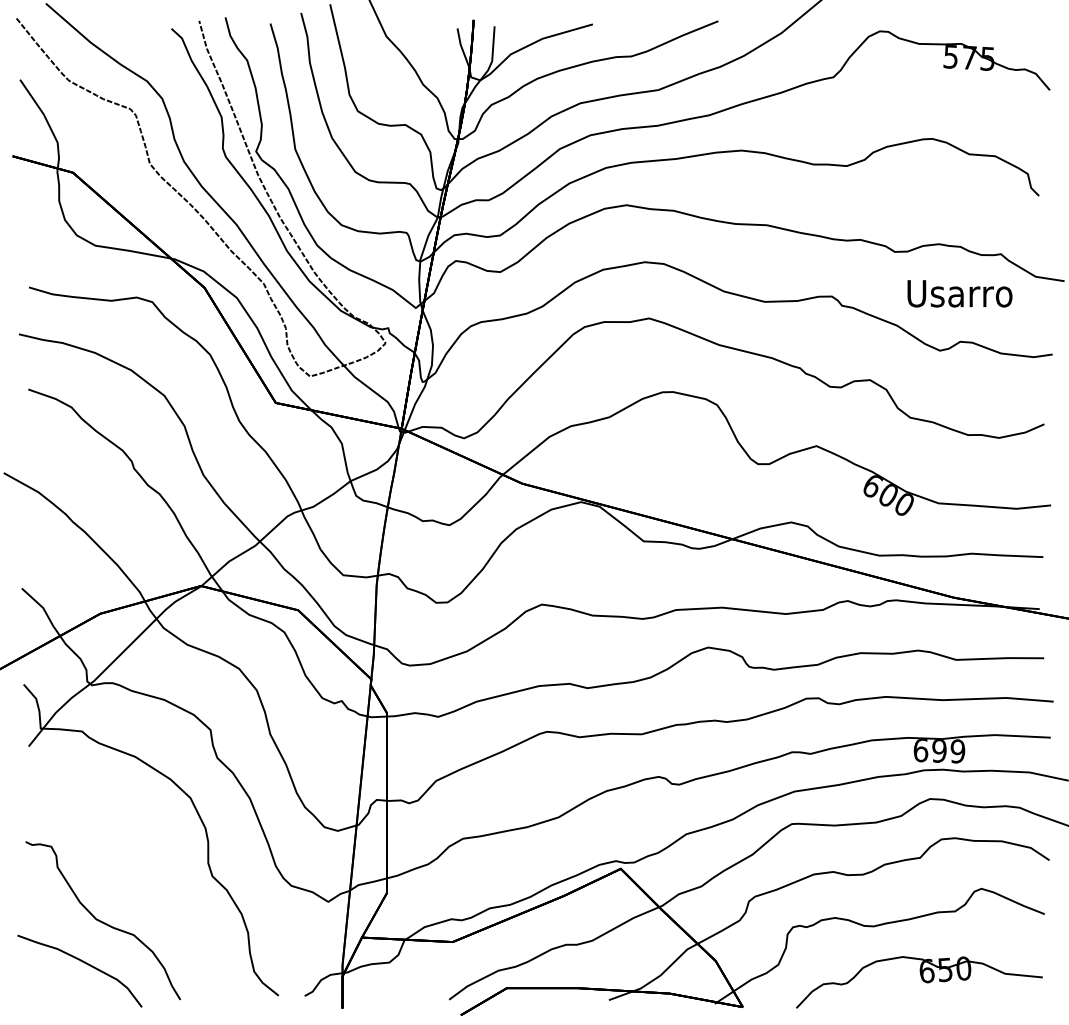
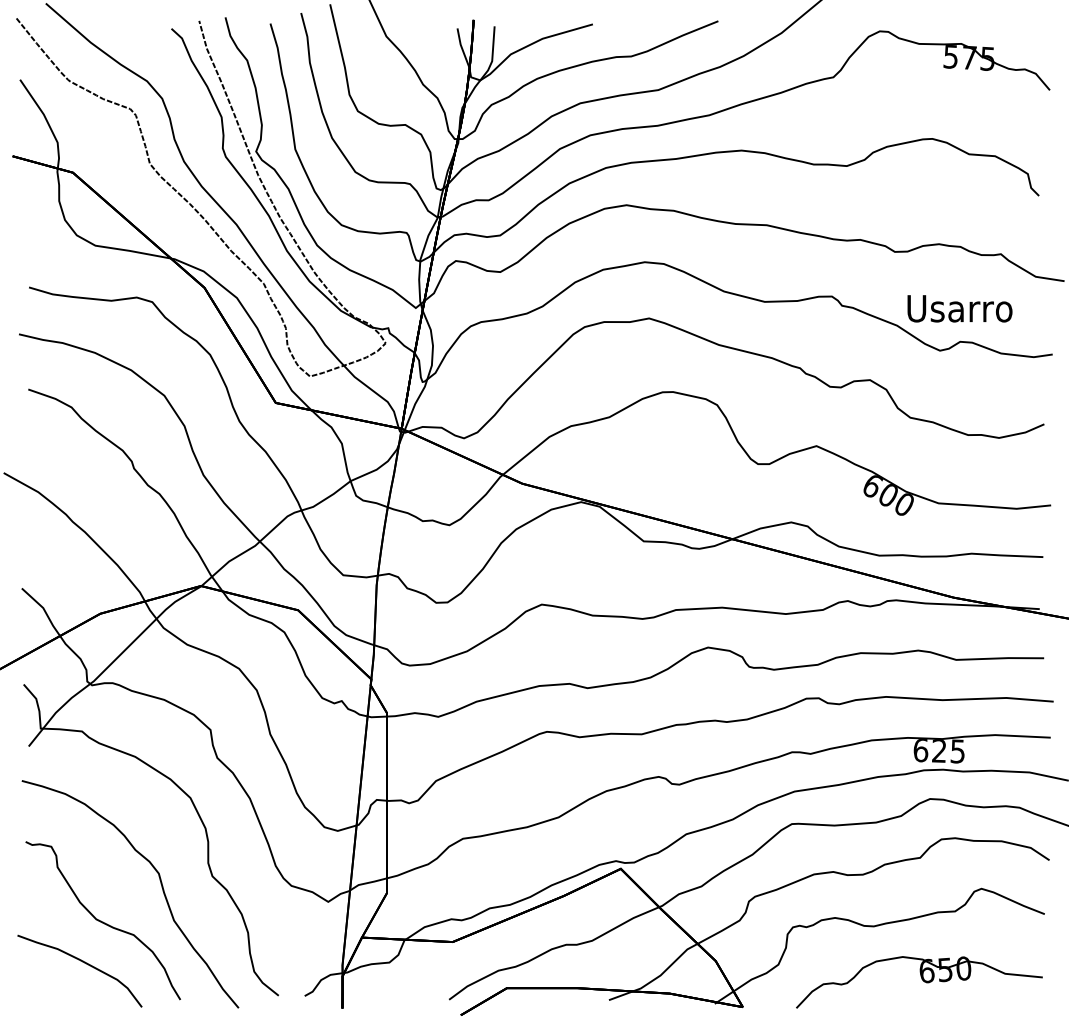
text at (959, 293) position: (959, 293) -> (959, 308)
text at (948, 751): 699 -> 625
curve at (160, 884): none -> present
